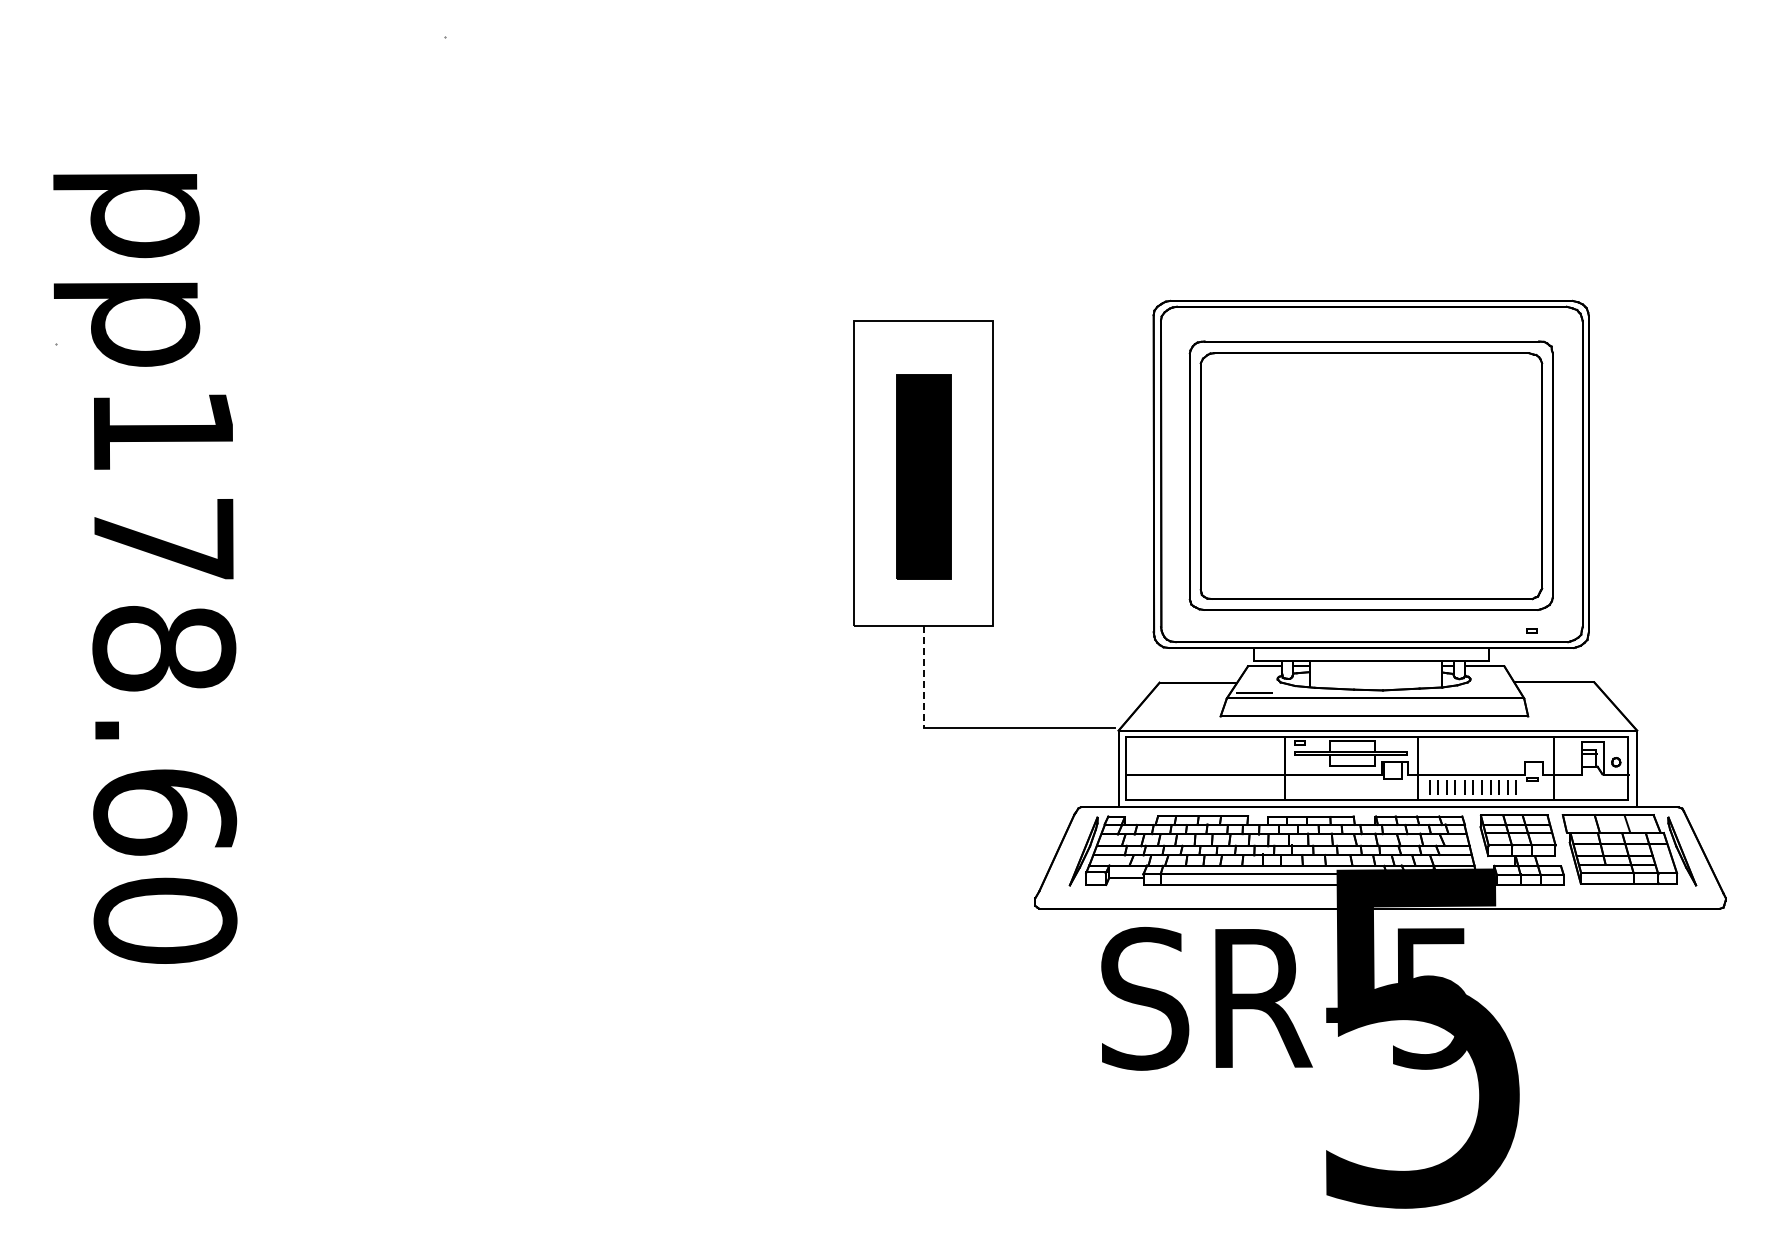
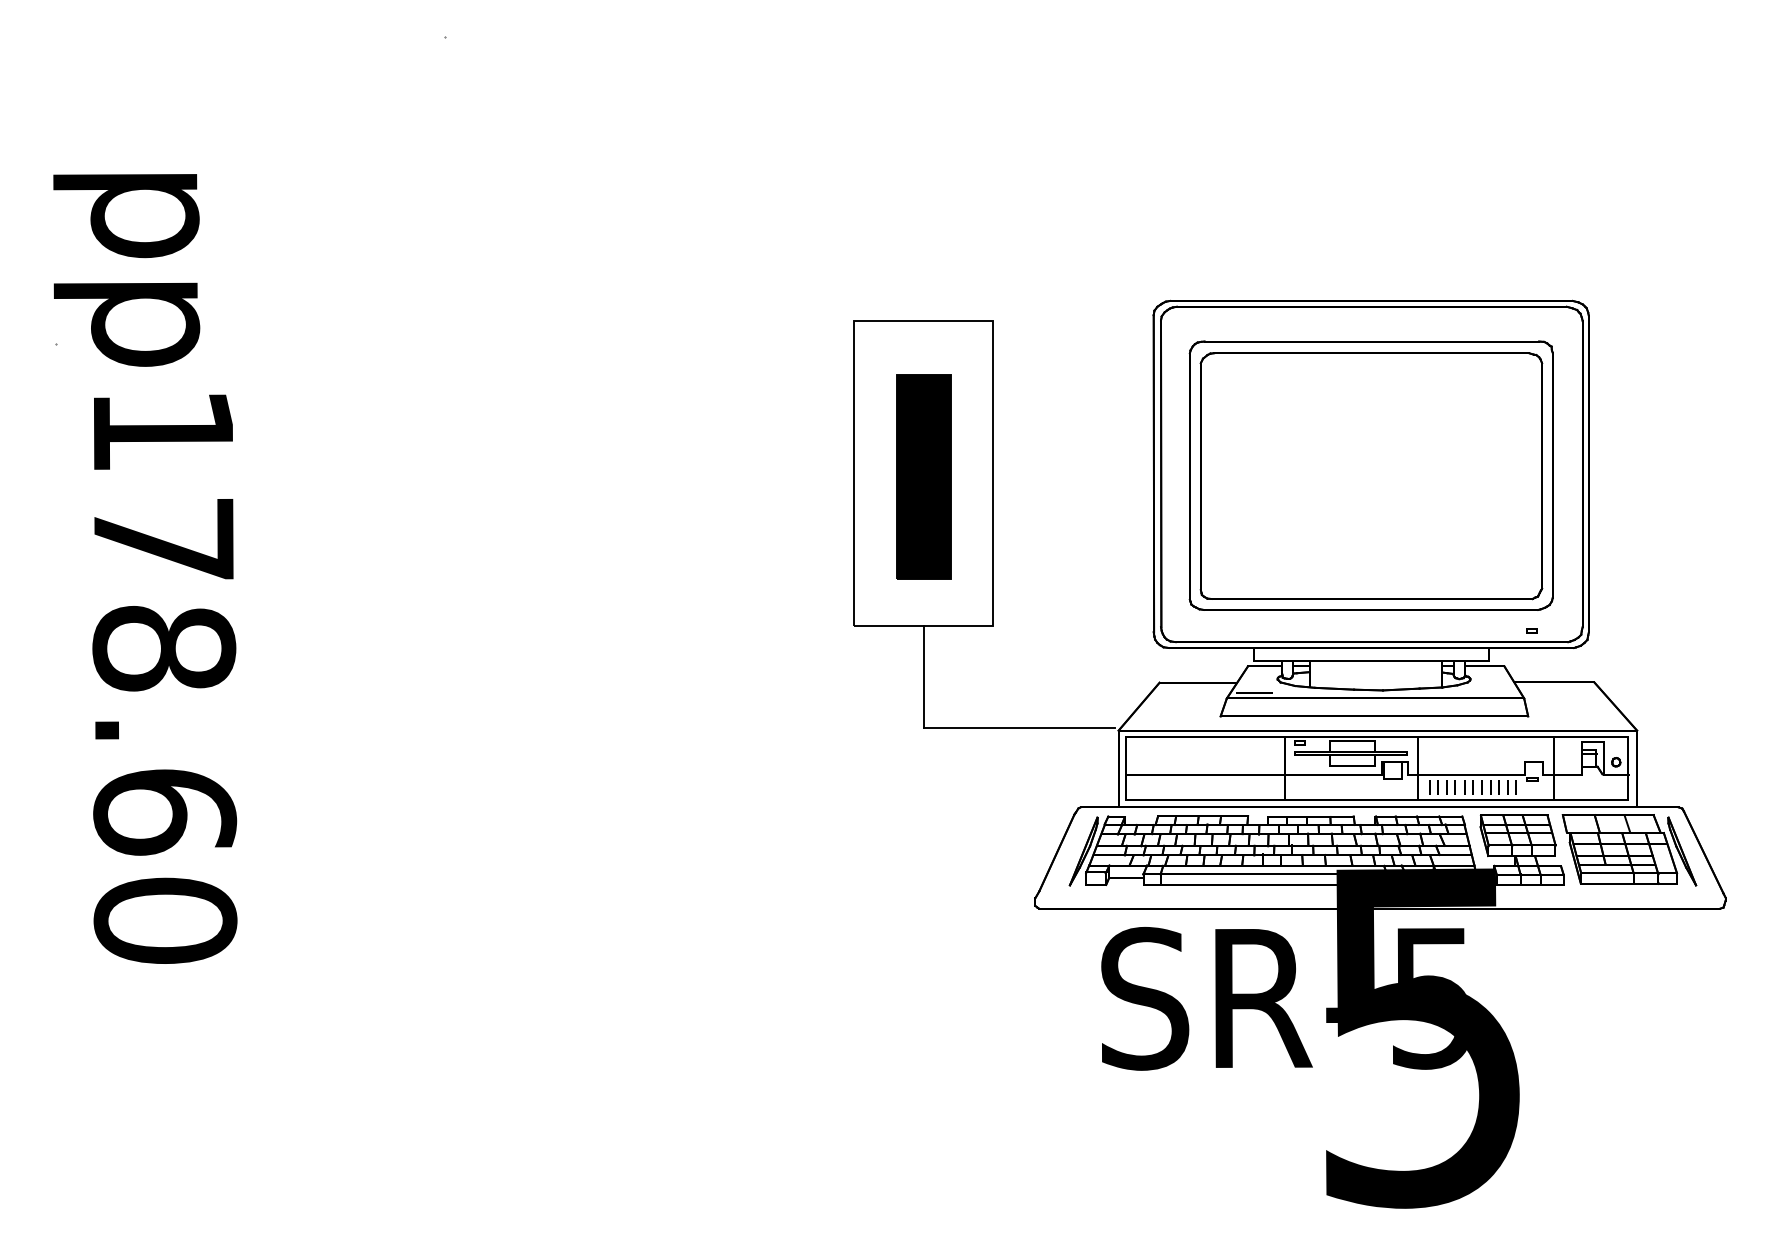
line at (923, 677): dashed -> solid
